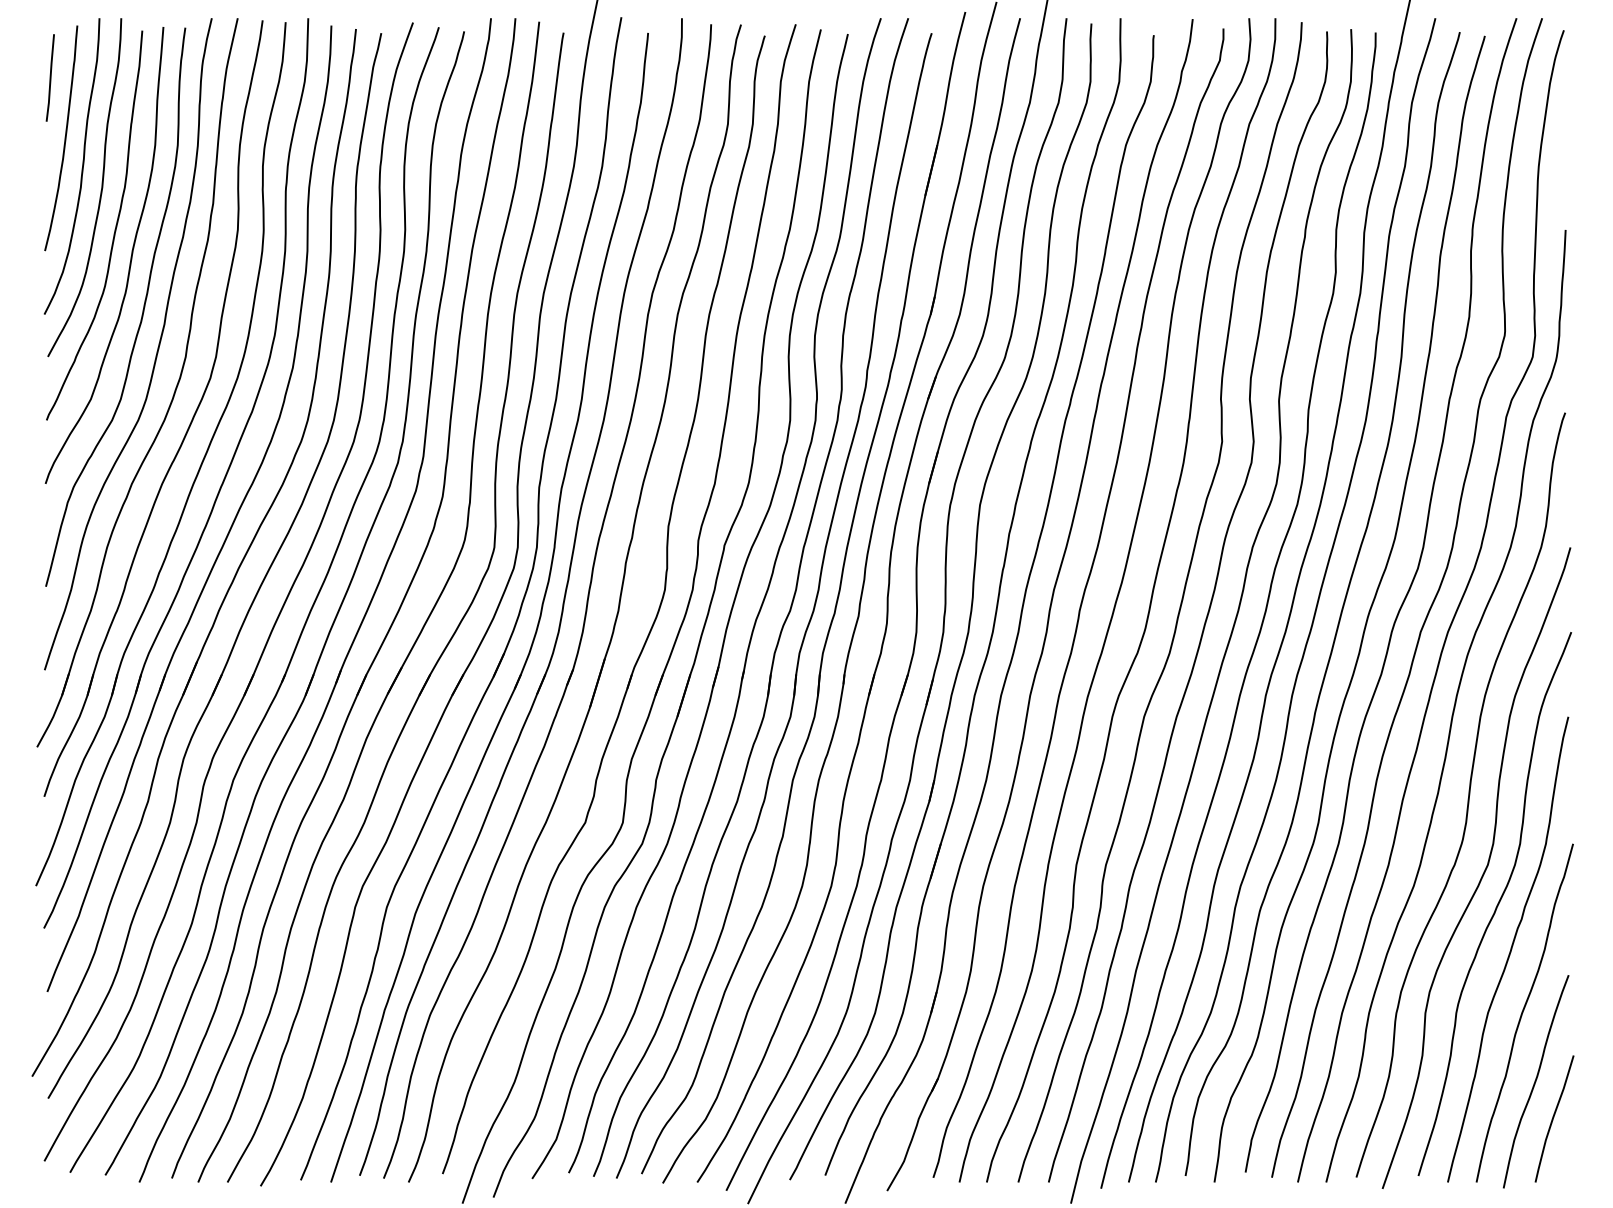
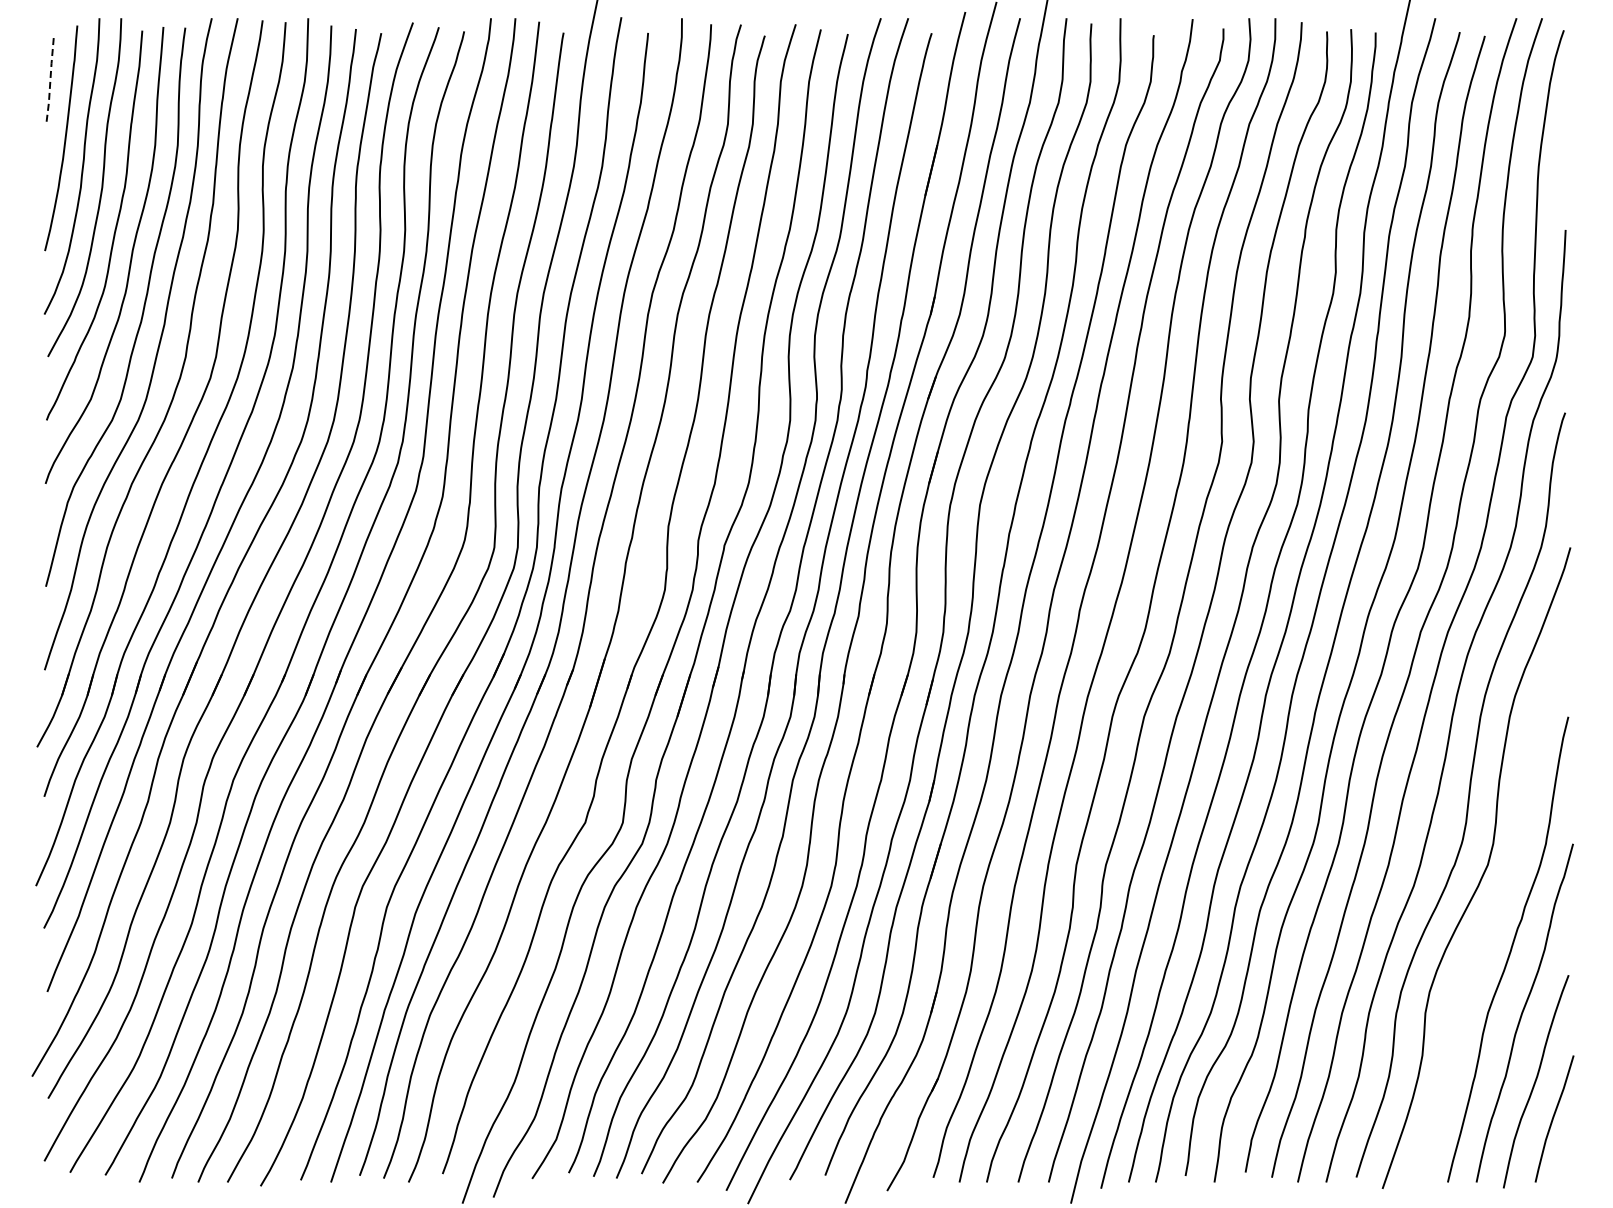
line at (50, 77): solid -> dashed
curve at (1496, 905): present -> none
